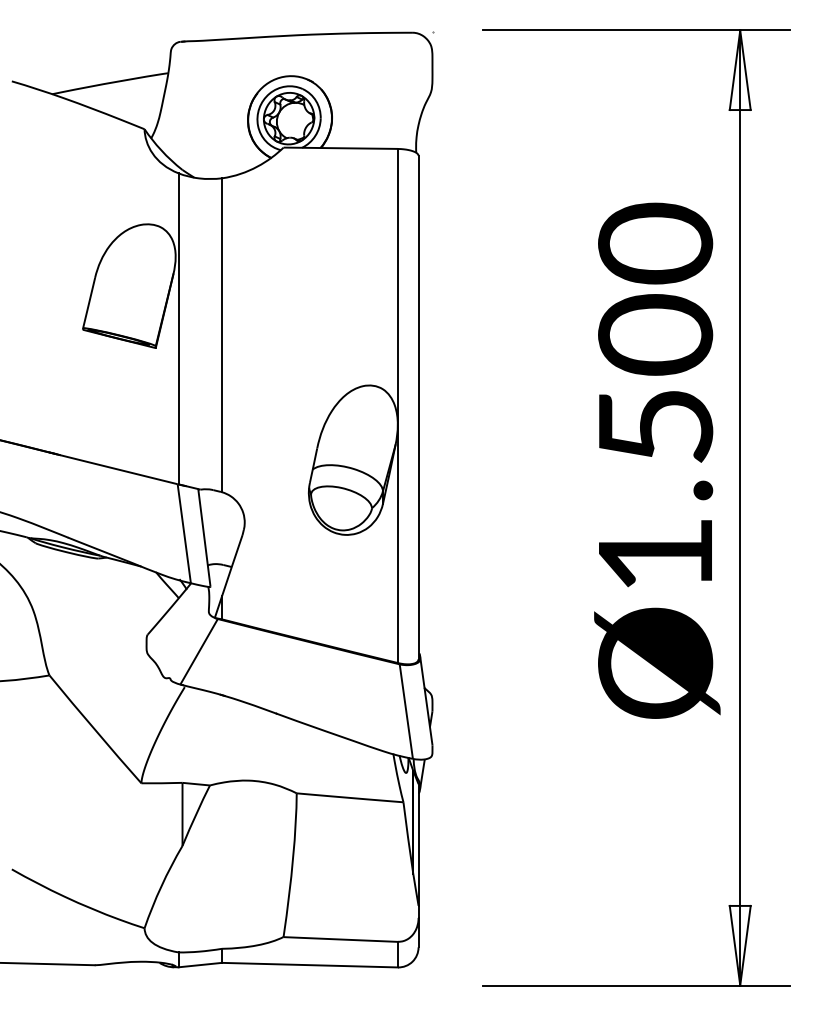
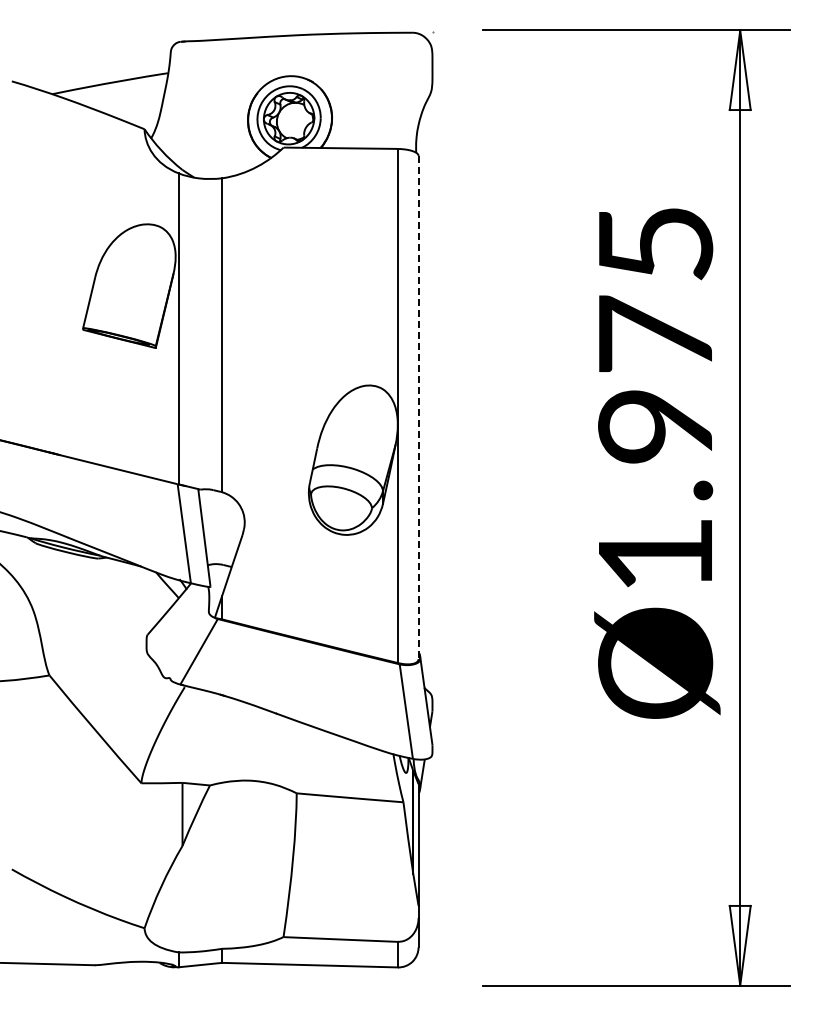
text at (655, 332): Ø1.500 -> Ø1.975
line at (418, 407): solid -> dashed
